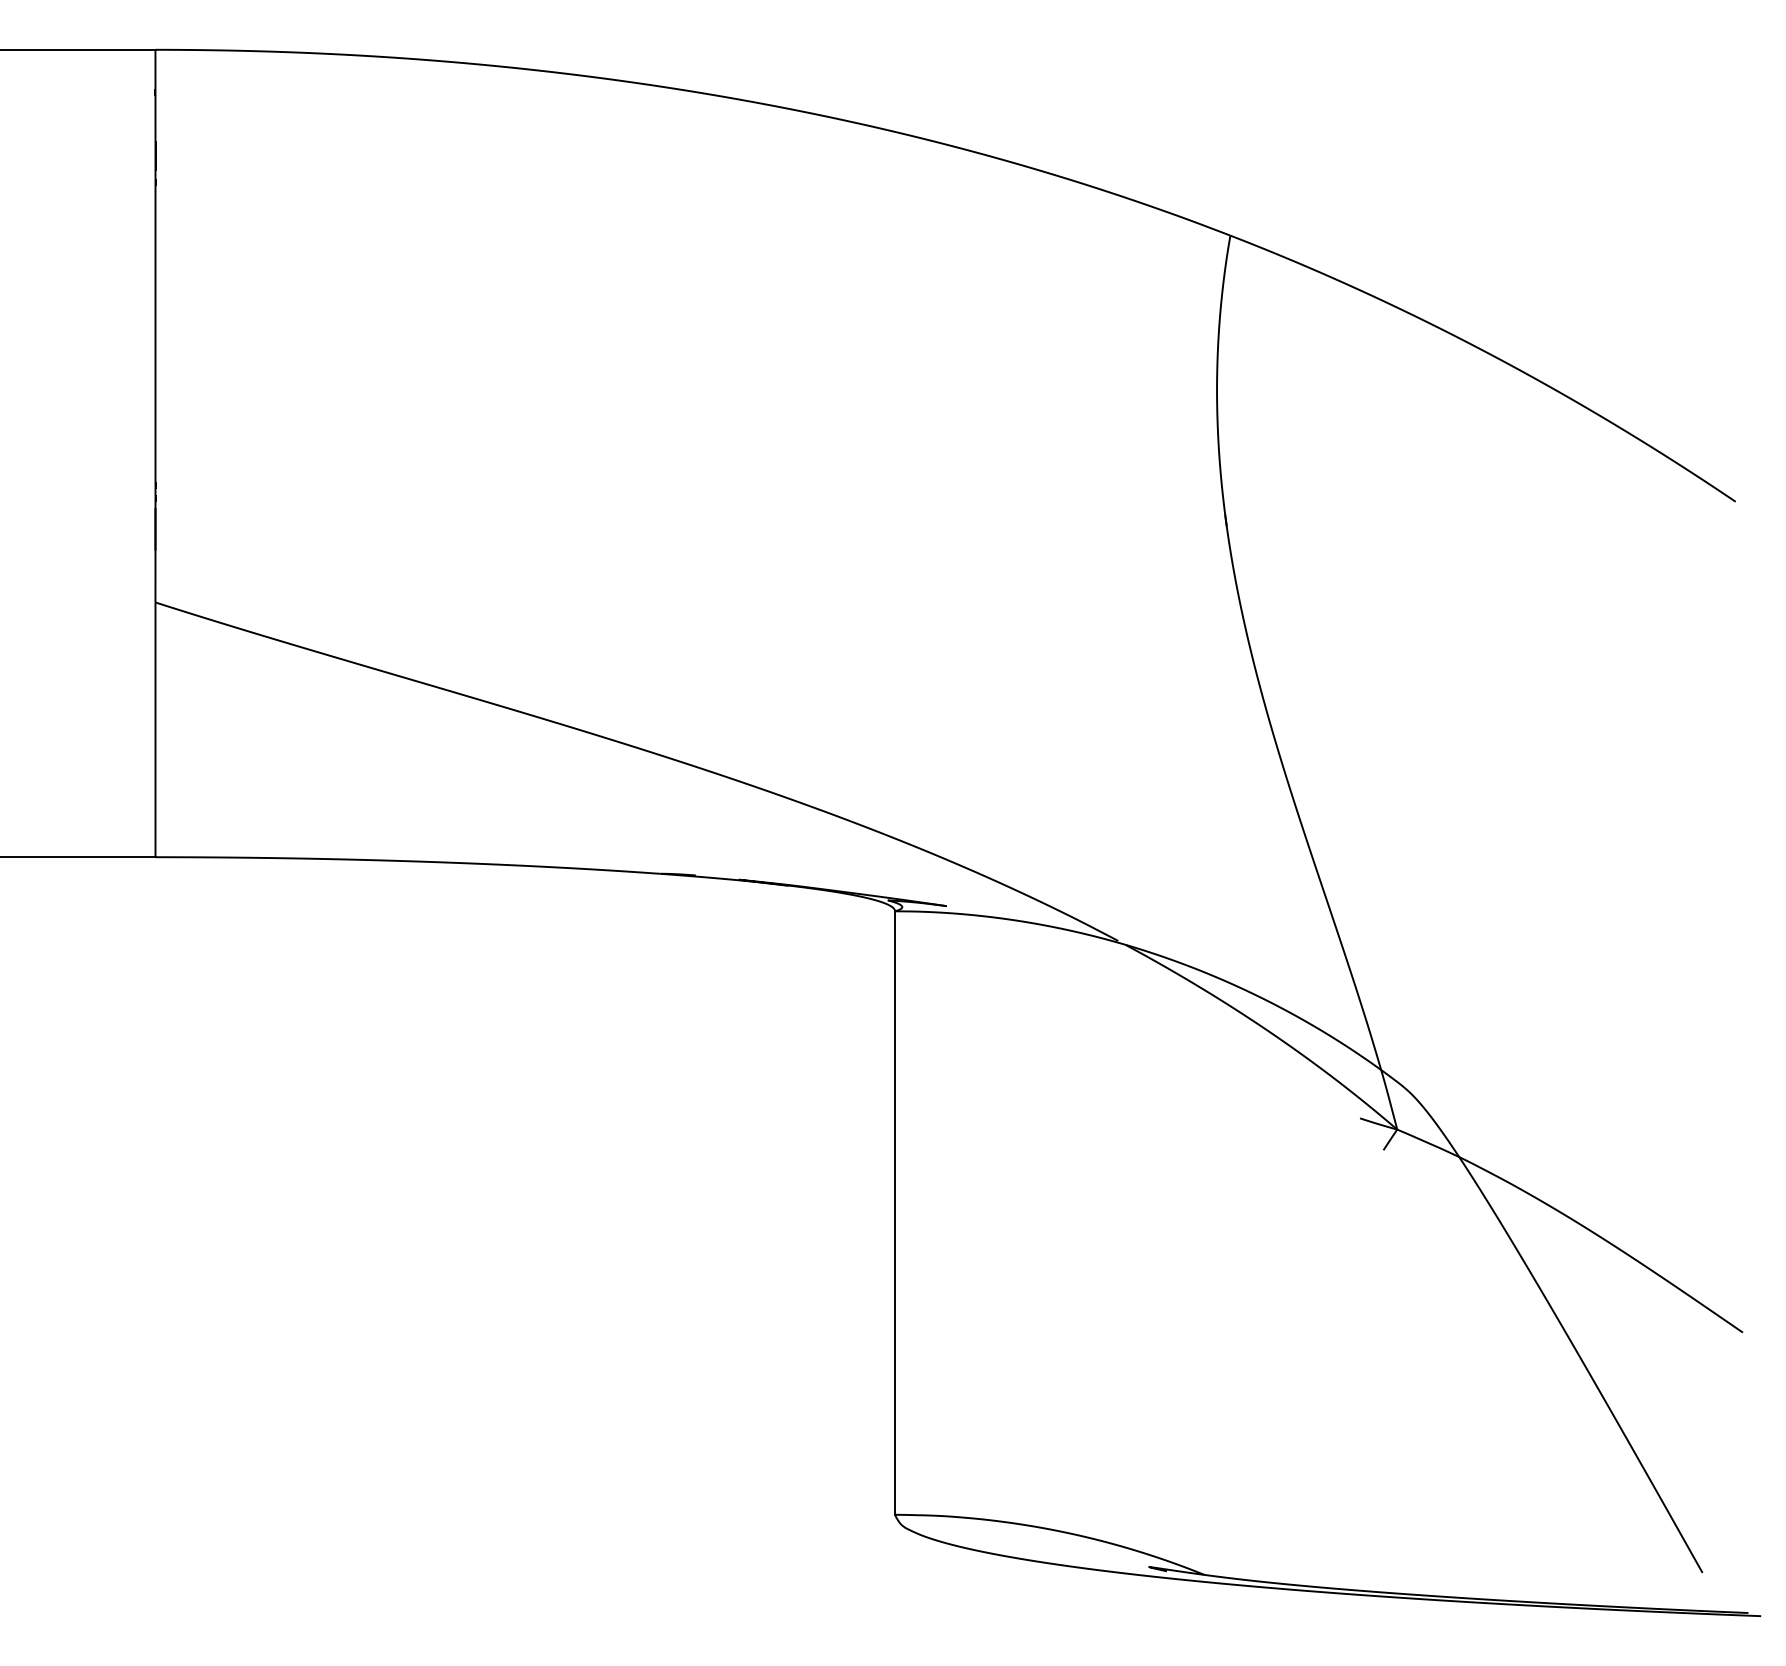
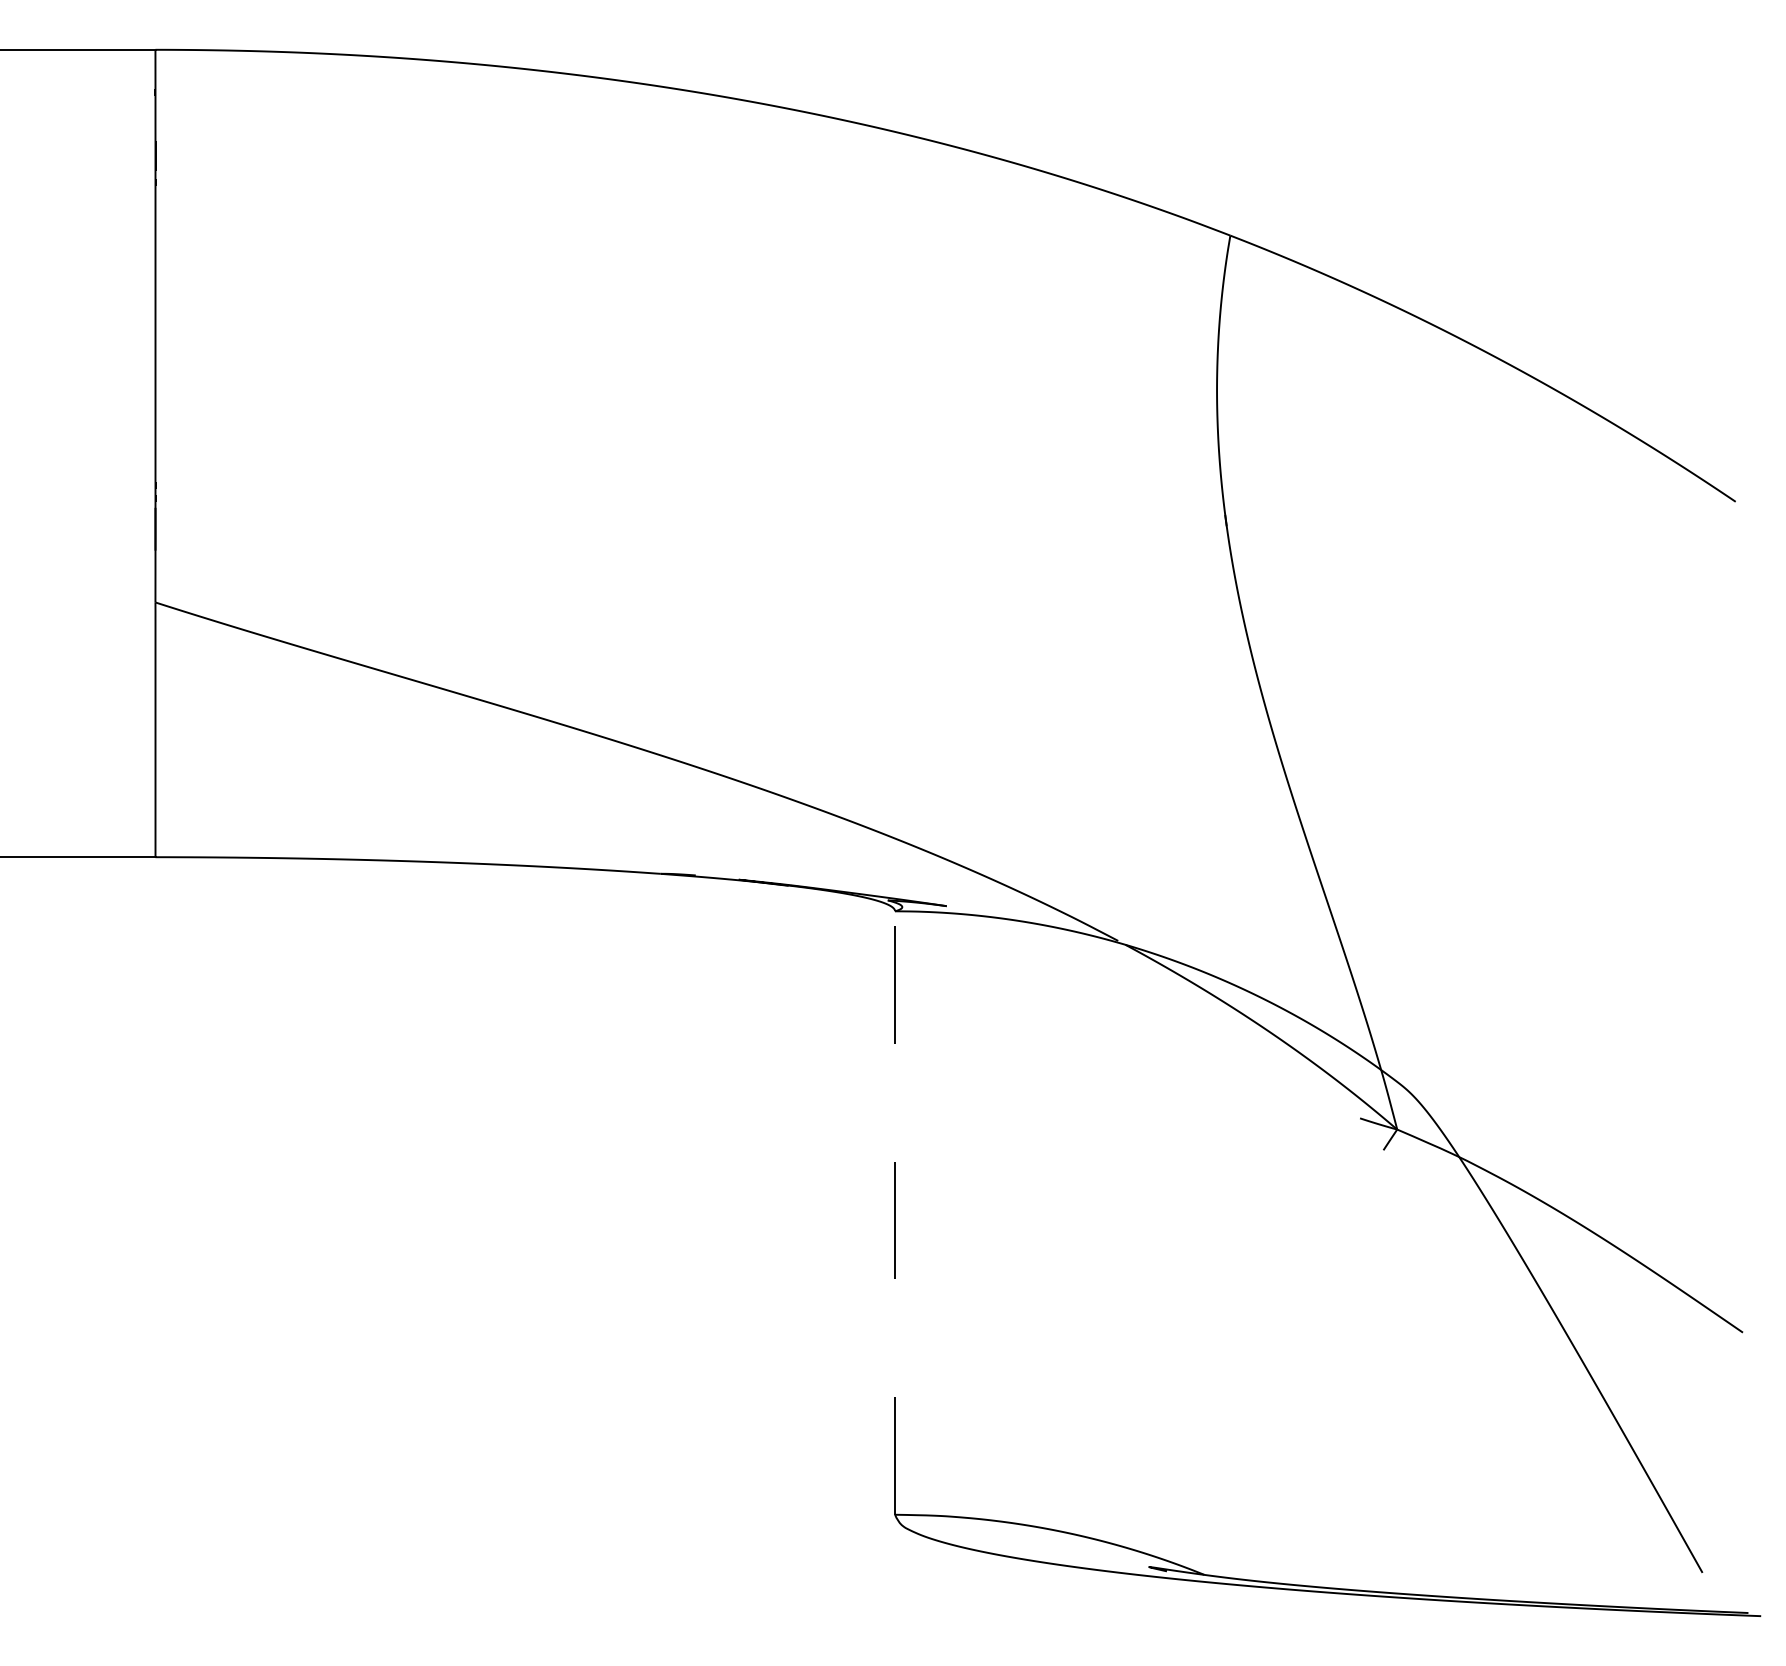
line at (895, 1213): solid -> dashed
